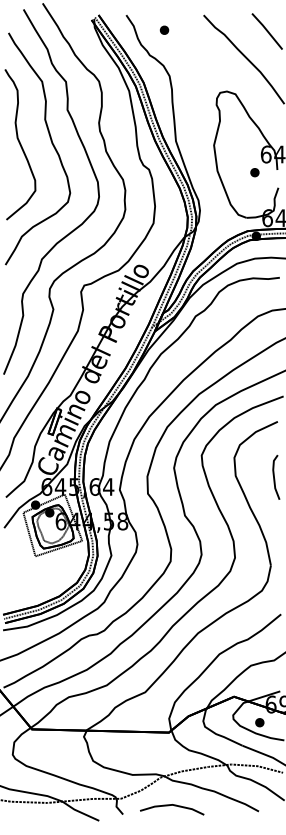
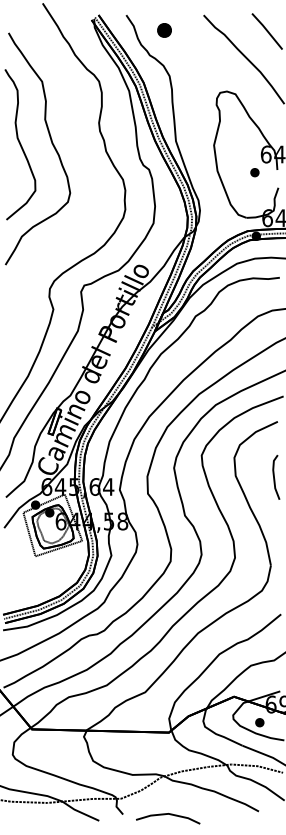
part at (164, 29) size: 11x10 px -> 15x15 px
part at (79, 224): present -> none
line at (174, 806) position: (174, 806) -> (170, 815)
